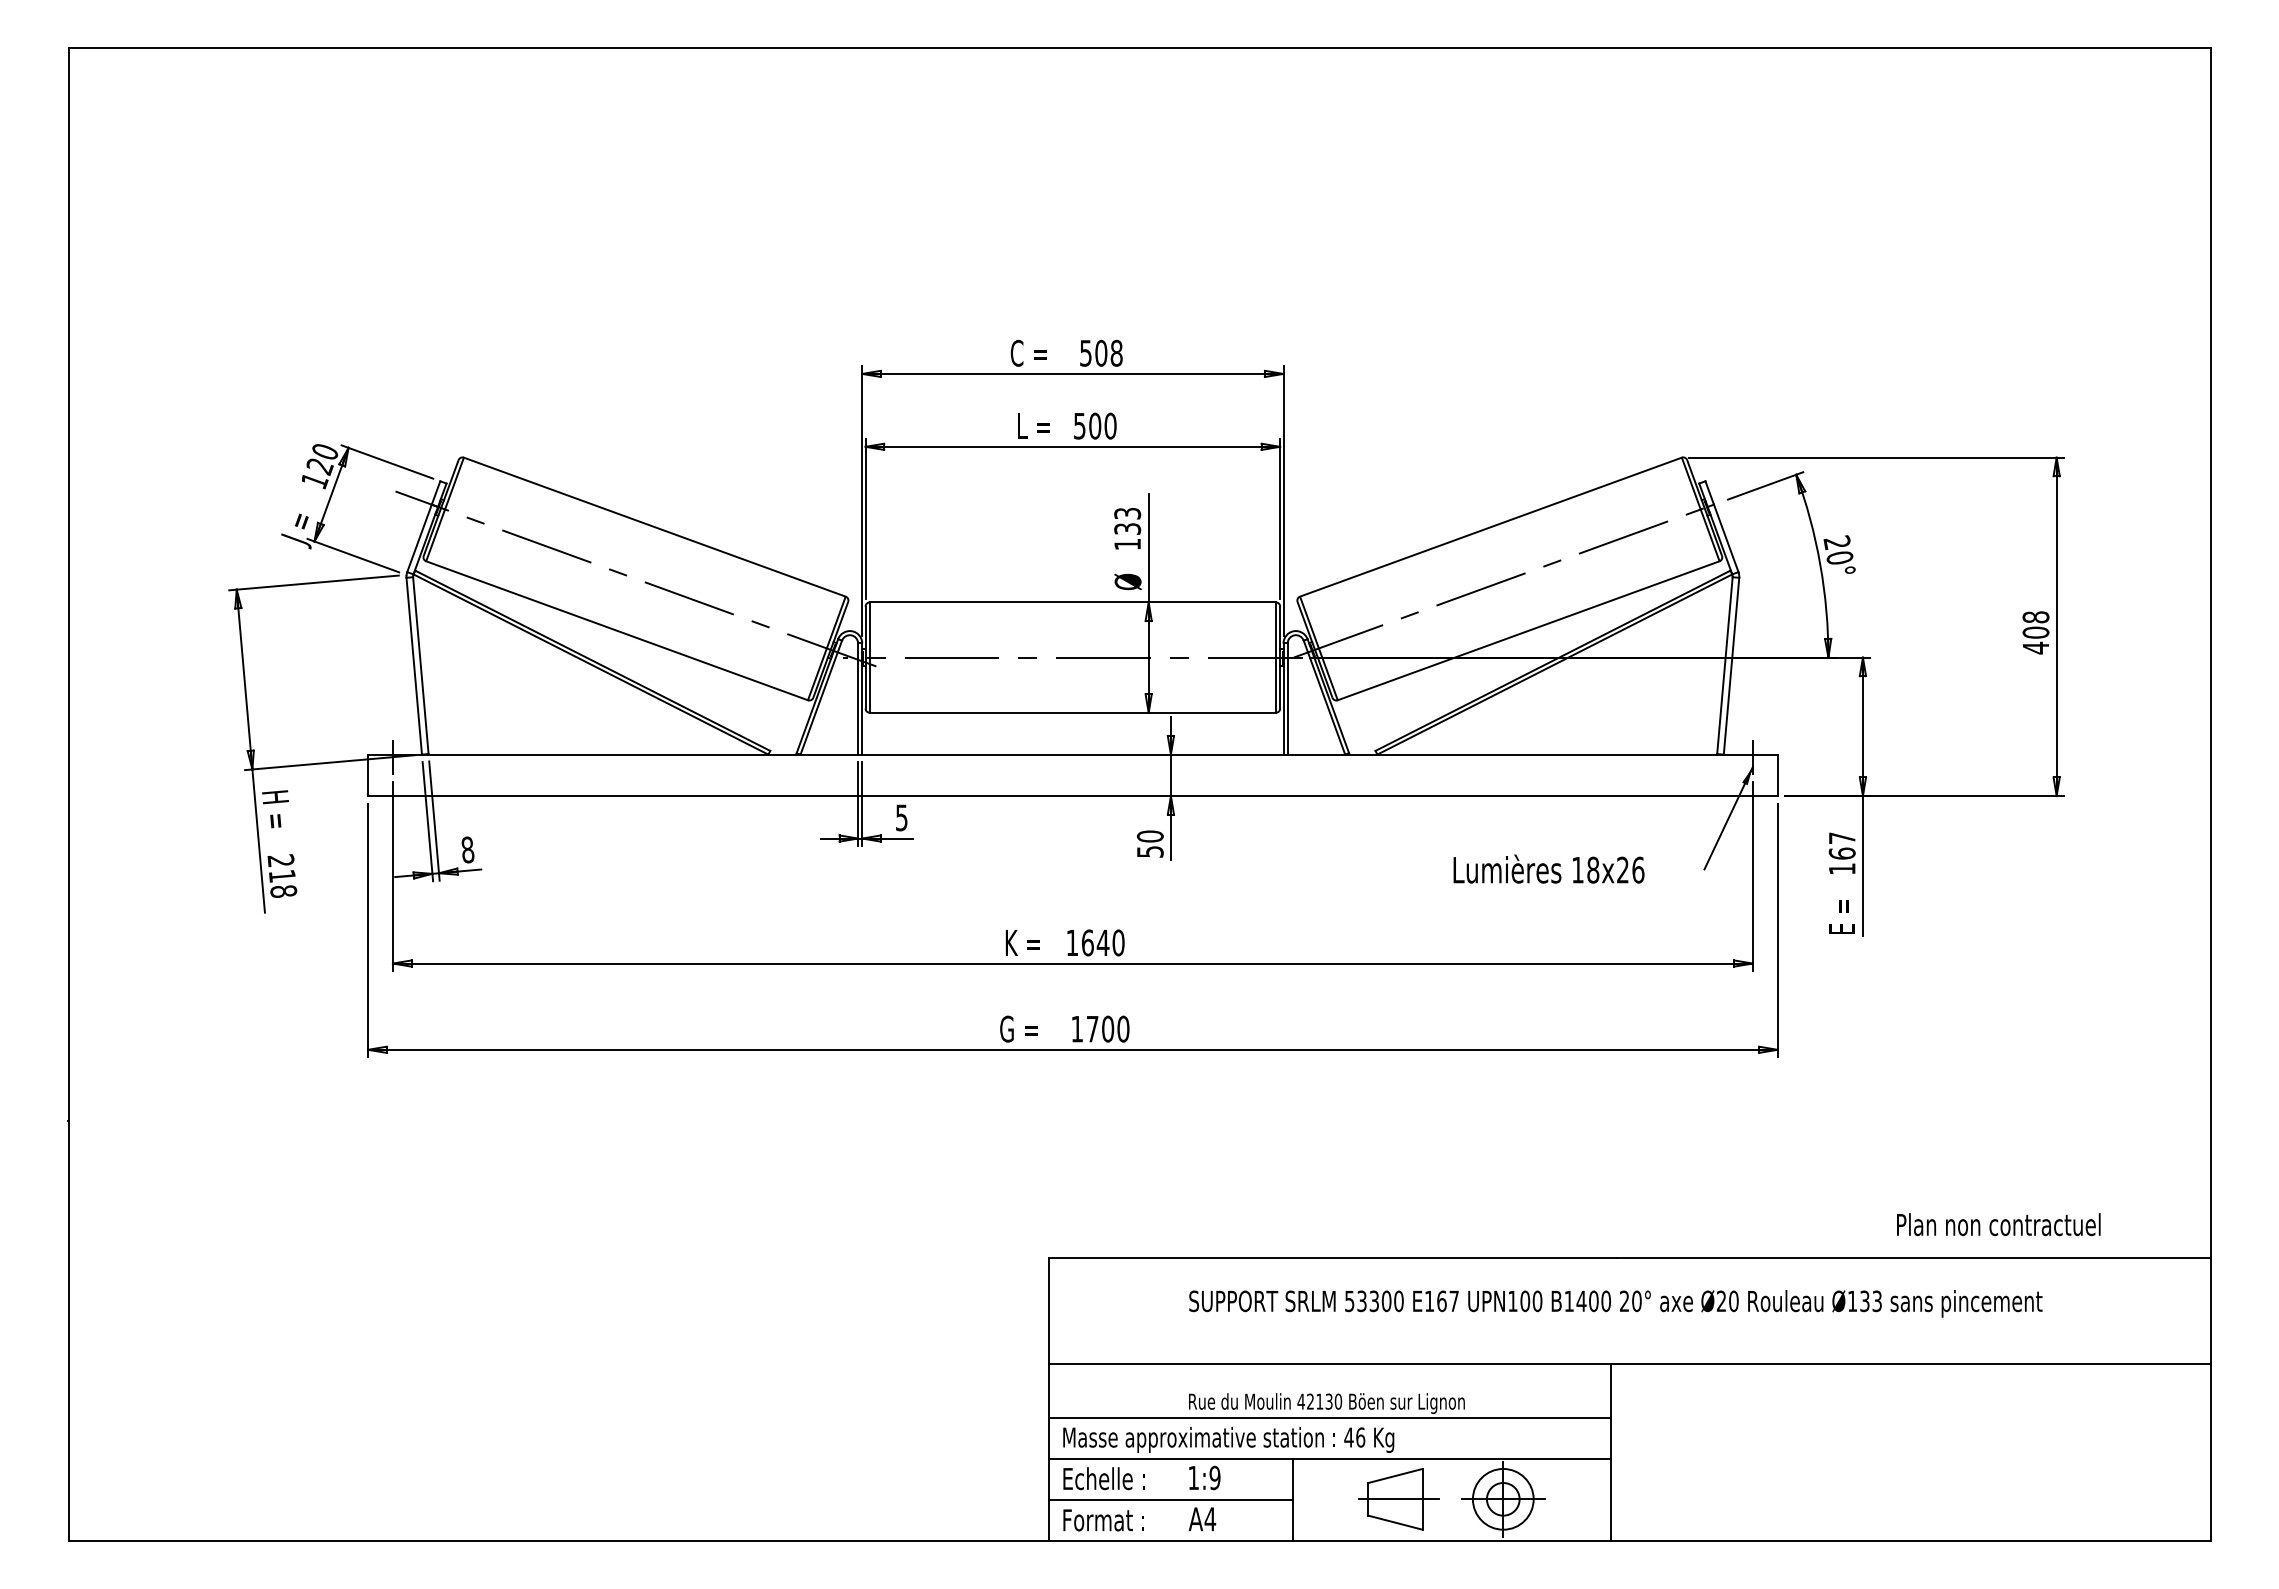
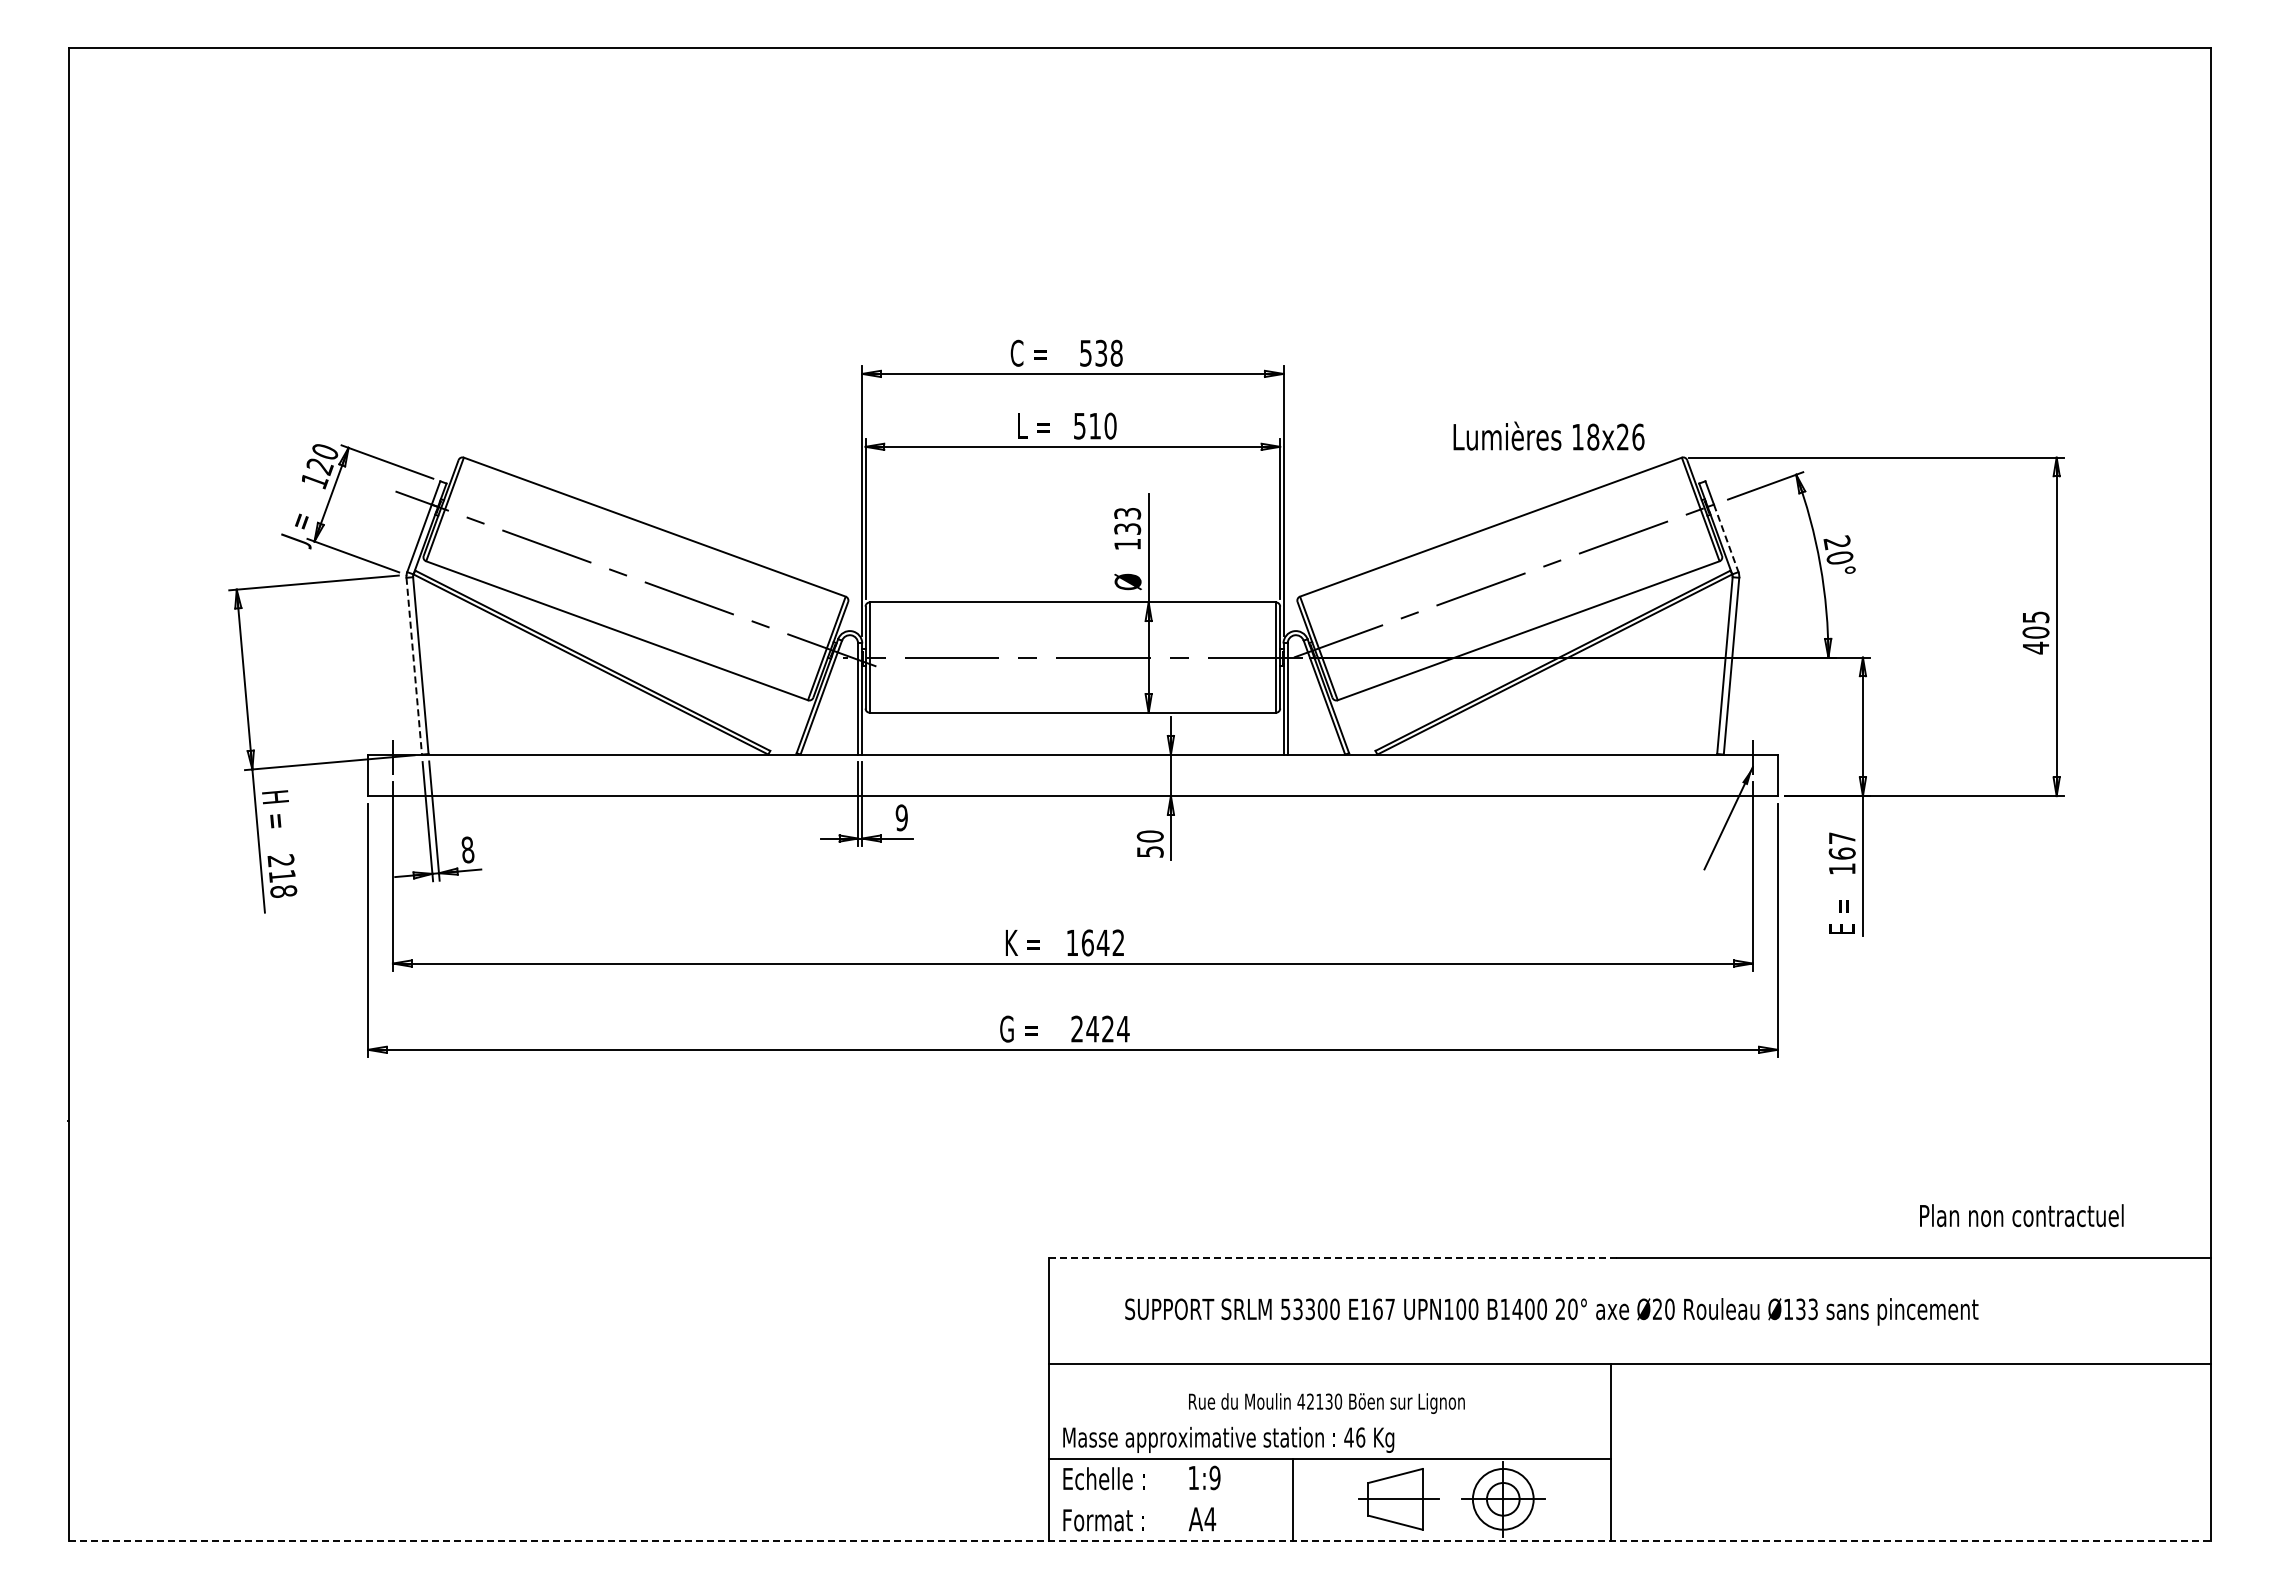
text at (1101, 352): 508 -> 538
text at (1095, 425): 500 -> 510
line at (1726, 538): solid -> dashed
text at (2035, 617): 408 -> 405
line at (414, 666): solid -> dashed
text at (901, 817): 5 -> 9
text at (1548, 868) position: (1548, 868) -> (1548, 435)
text at (1118, 942): 1640 -> 1642
text at (1100, 1028): 1700 -> 2424
text at (1998, 1224) position: (1998, 1224) -> (2021, 1215)
line at (1333, 1257): solid -> dashed
text at (1615, 1303) position: (1615, 1303) -> (1551, 1311)
line at (1330, 1418): present -> none
line at (1170, 1500): present -> none
line at (1139, 1541): solid -> dashed
